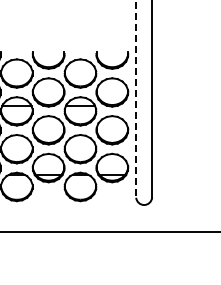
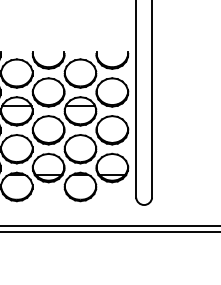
line at (136, 99): dashed -> solid
line at (109, 226): none -> present
